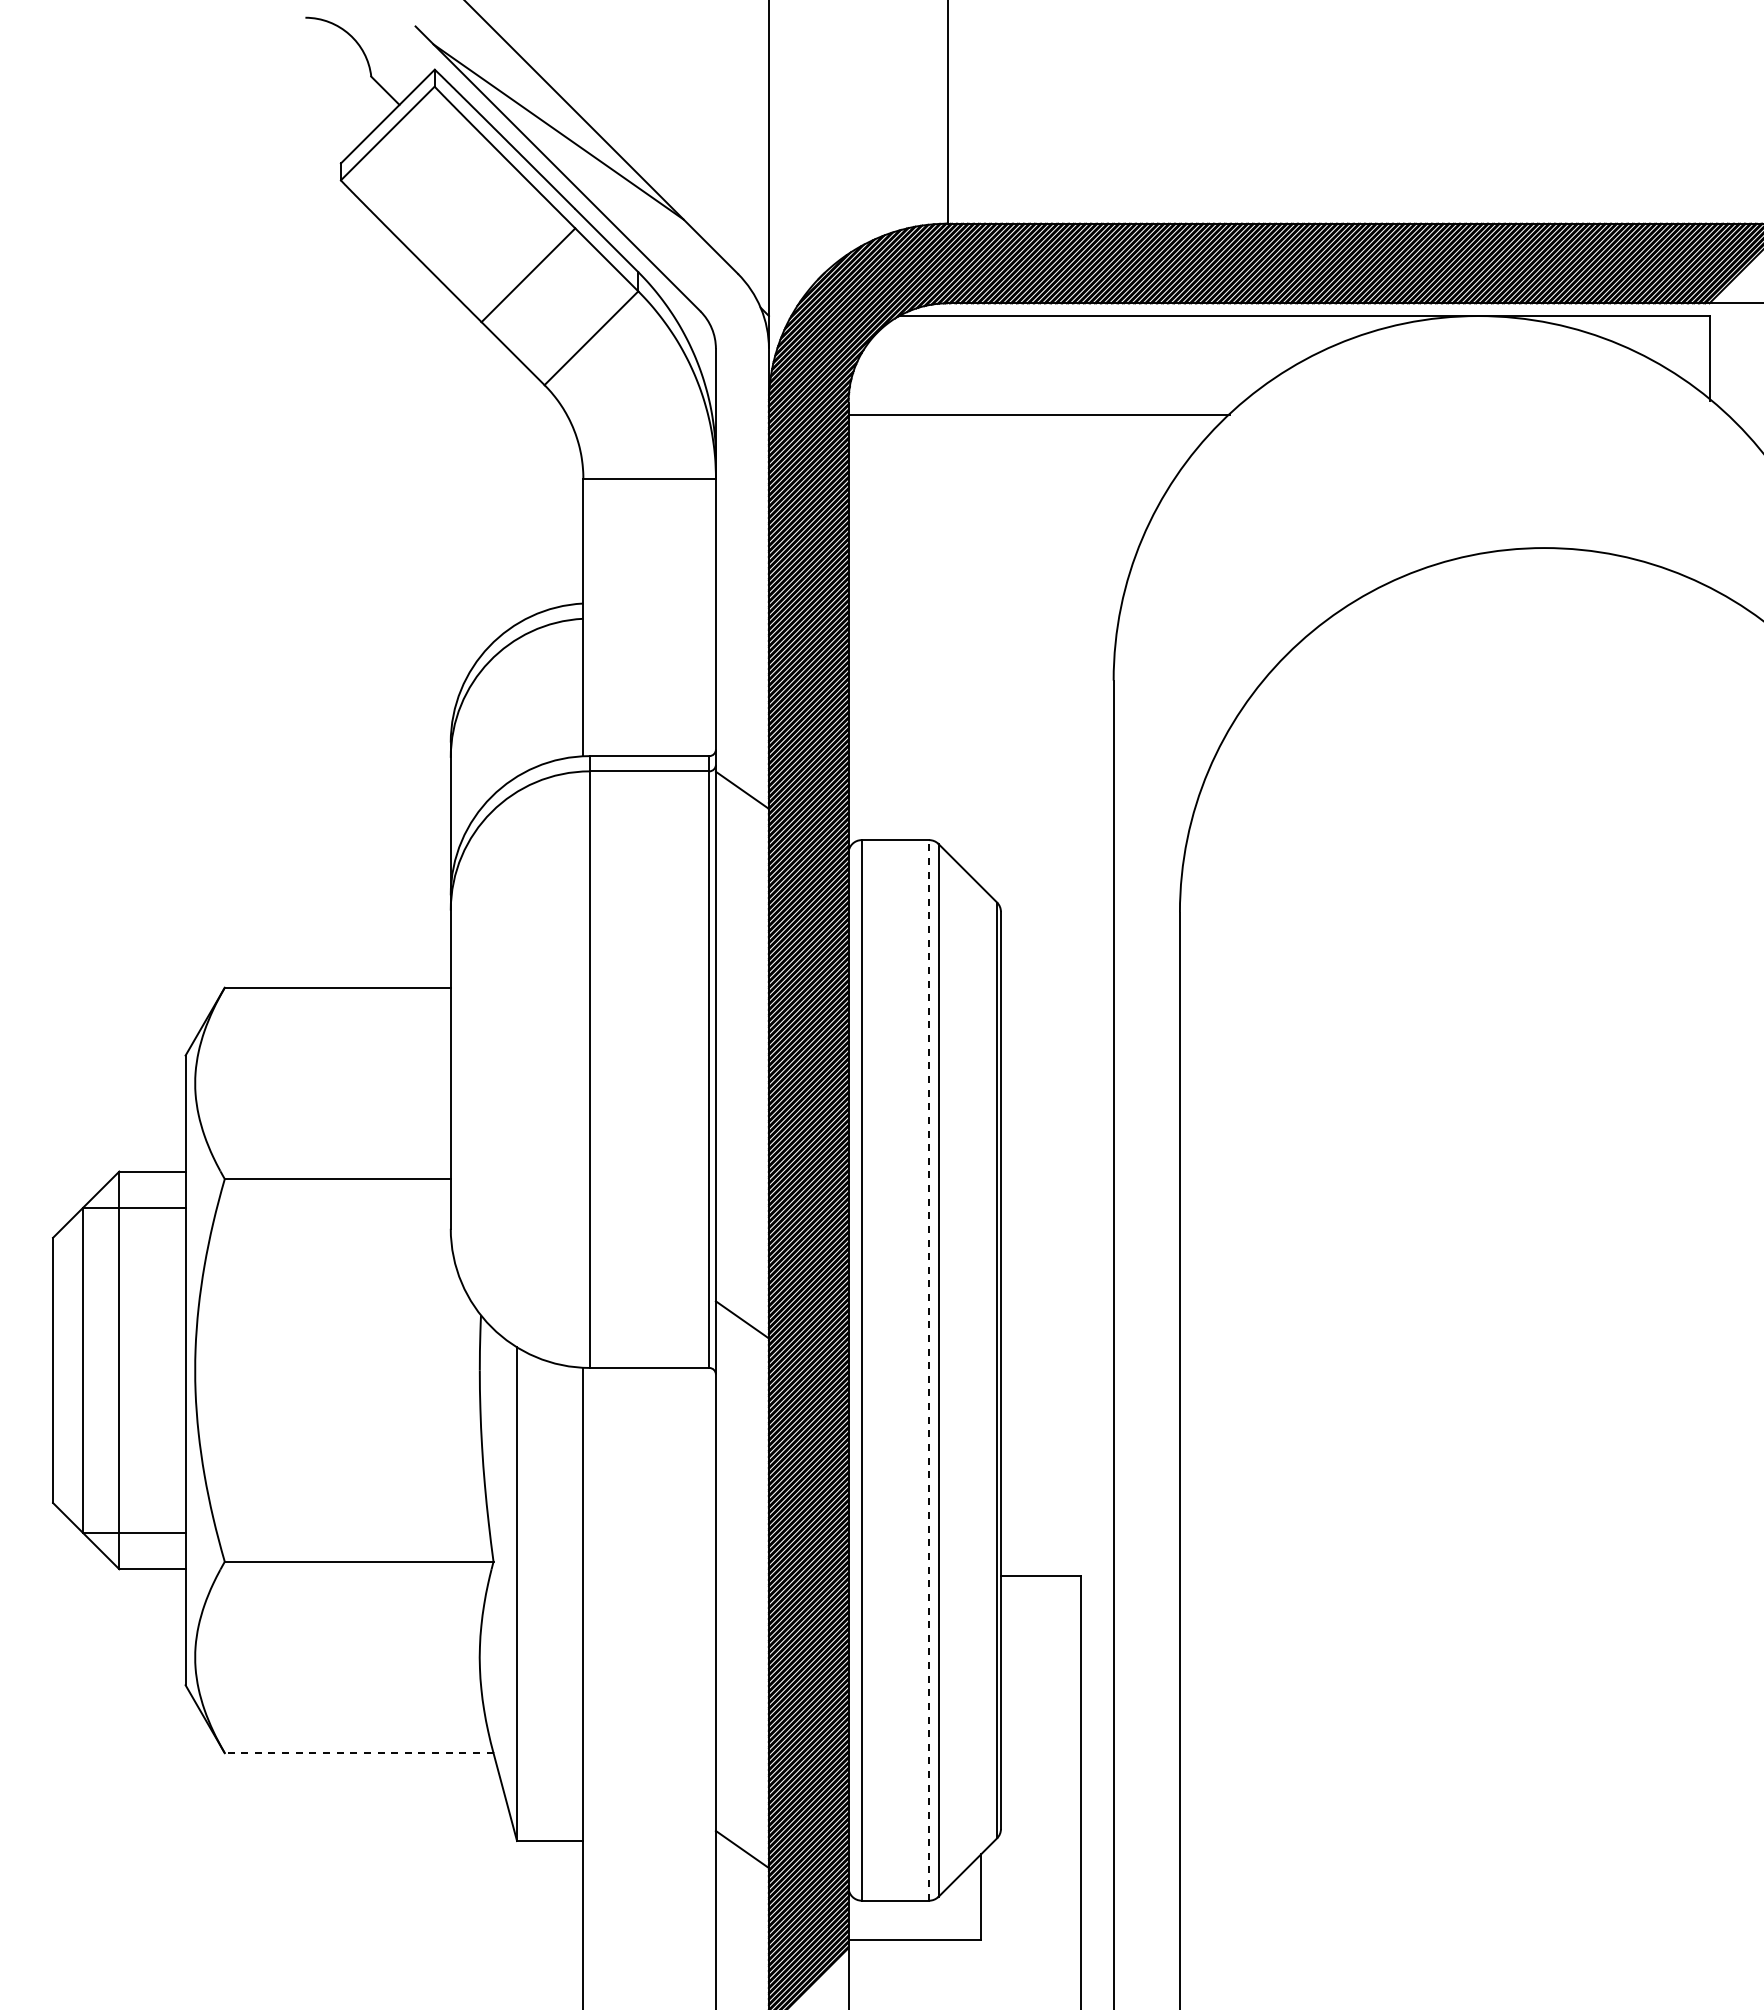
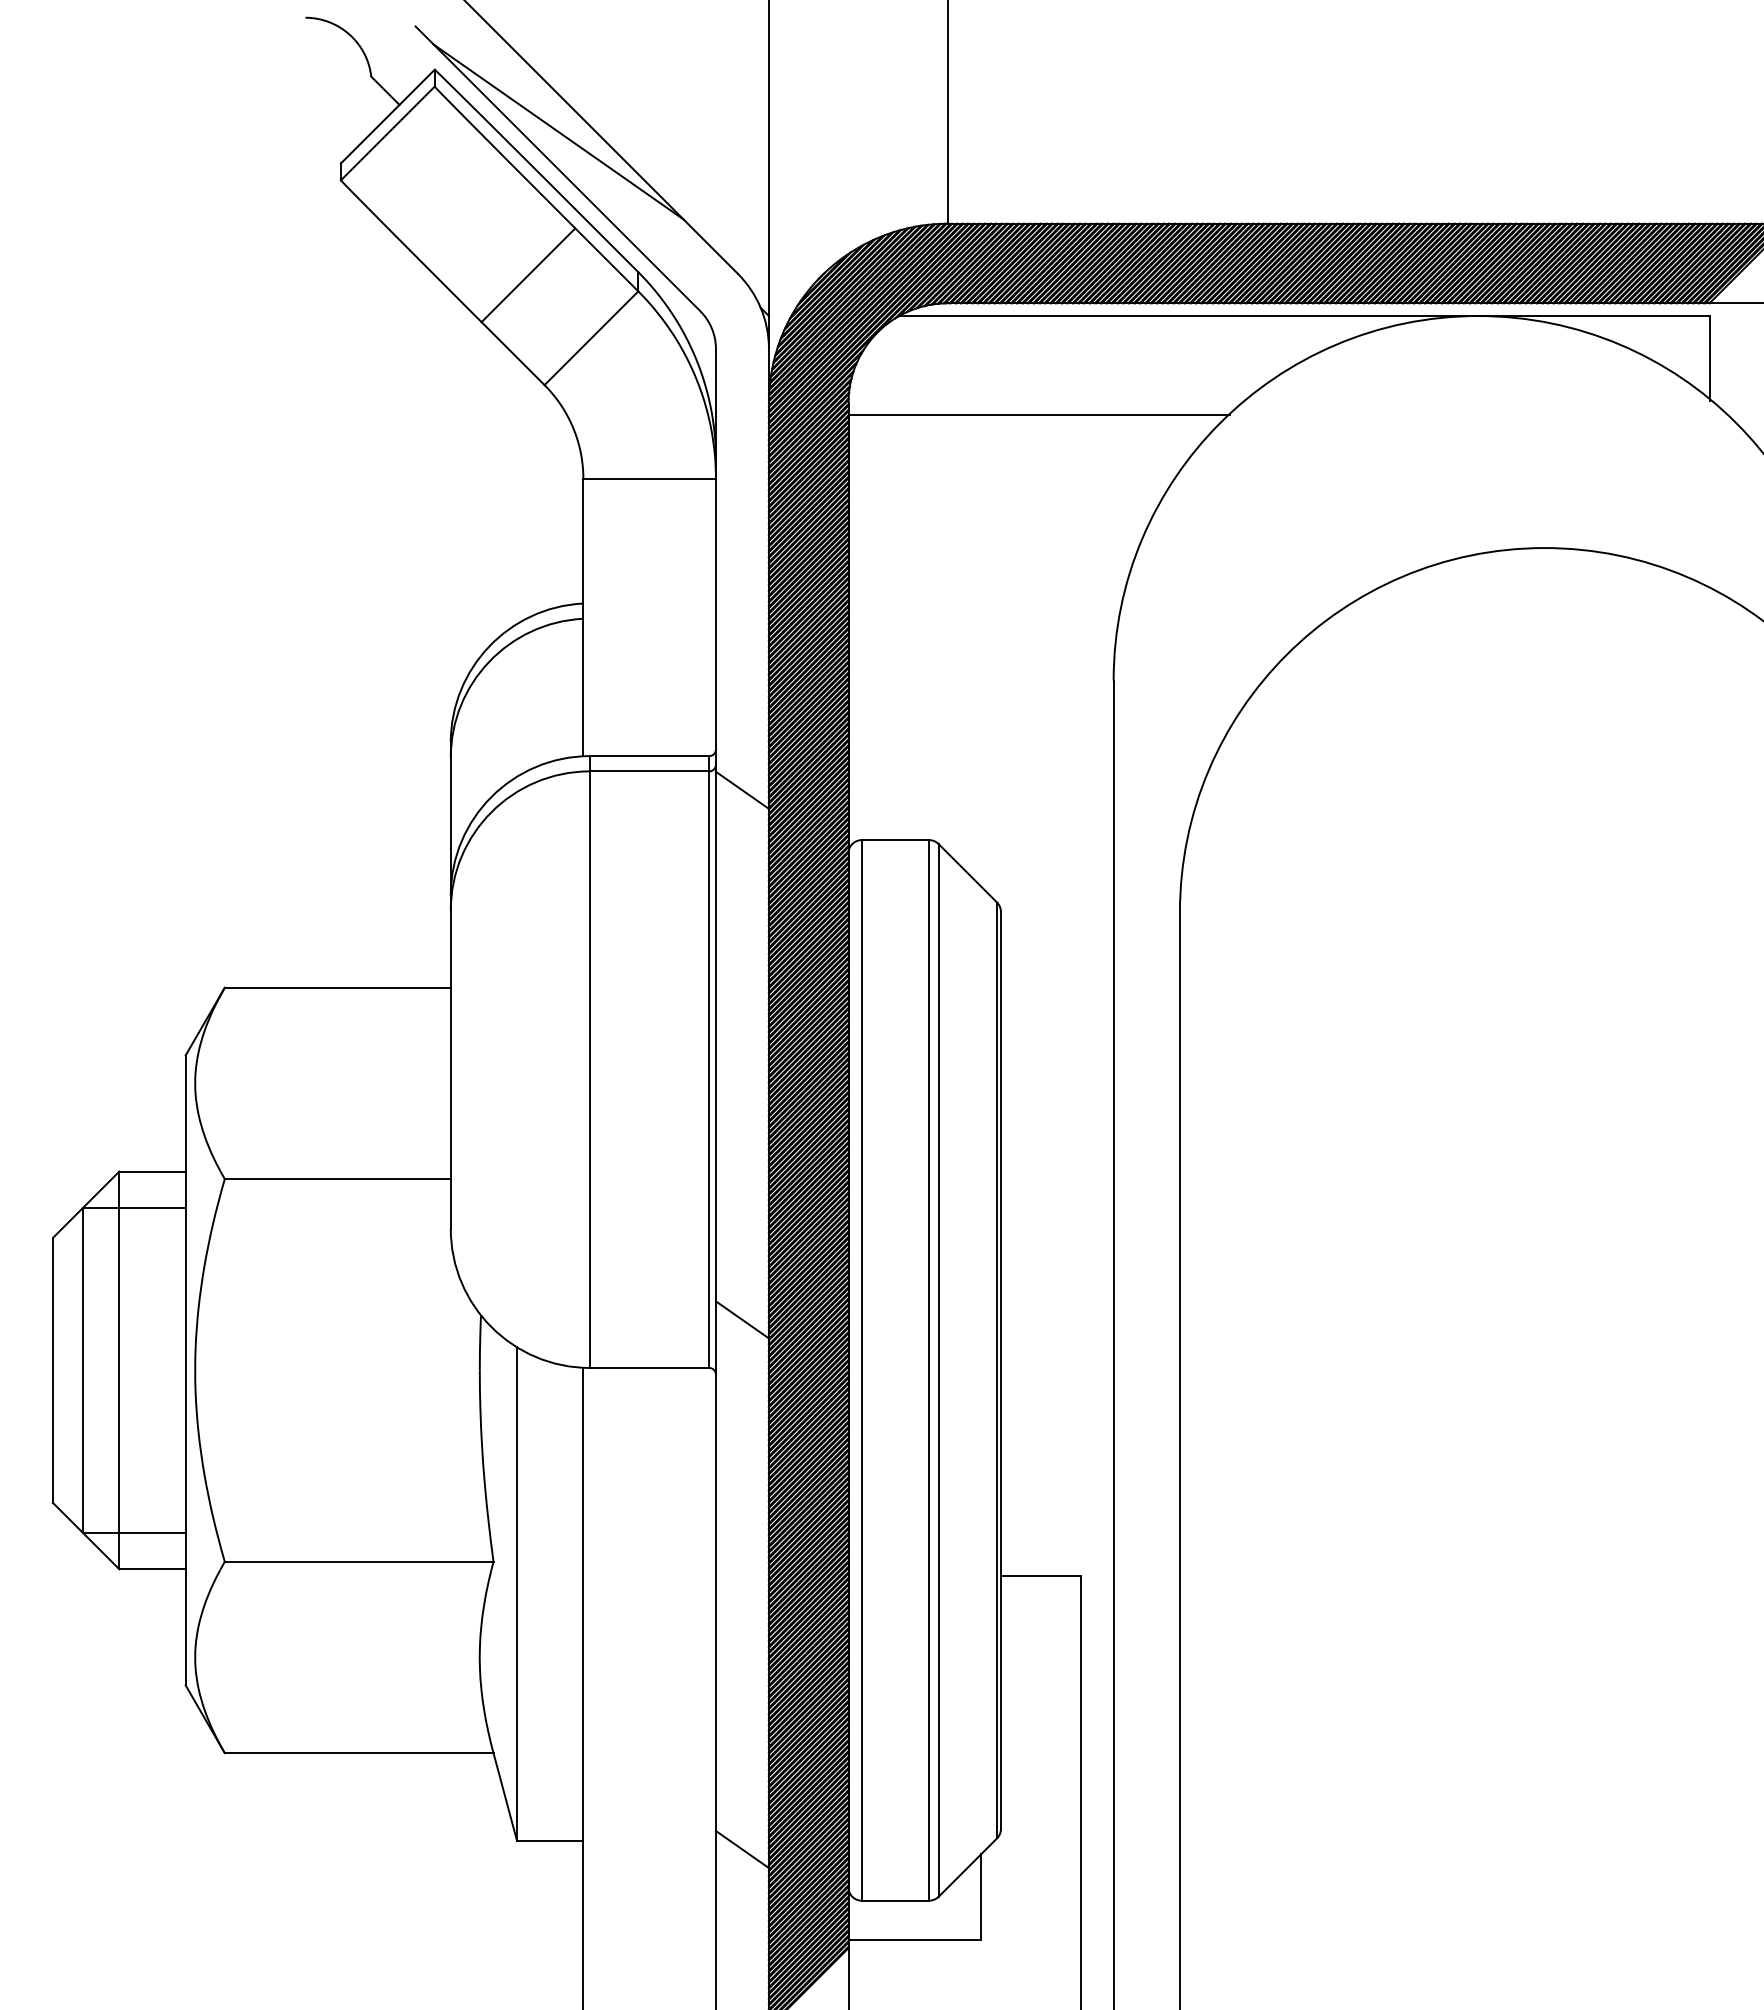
line at (929, 1369): dashed -> solid
line at (358, 1753): dashed -> solid
